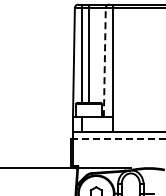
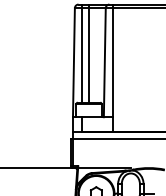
line at (104, 62): dashed -> solid
line at (118, 139): dashed -> solid
